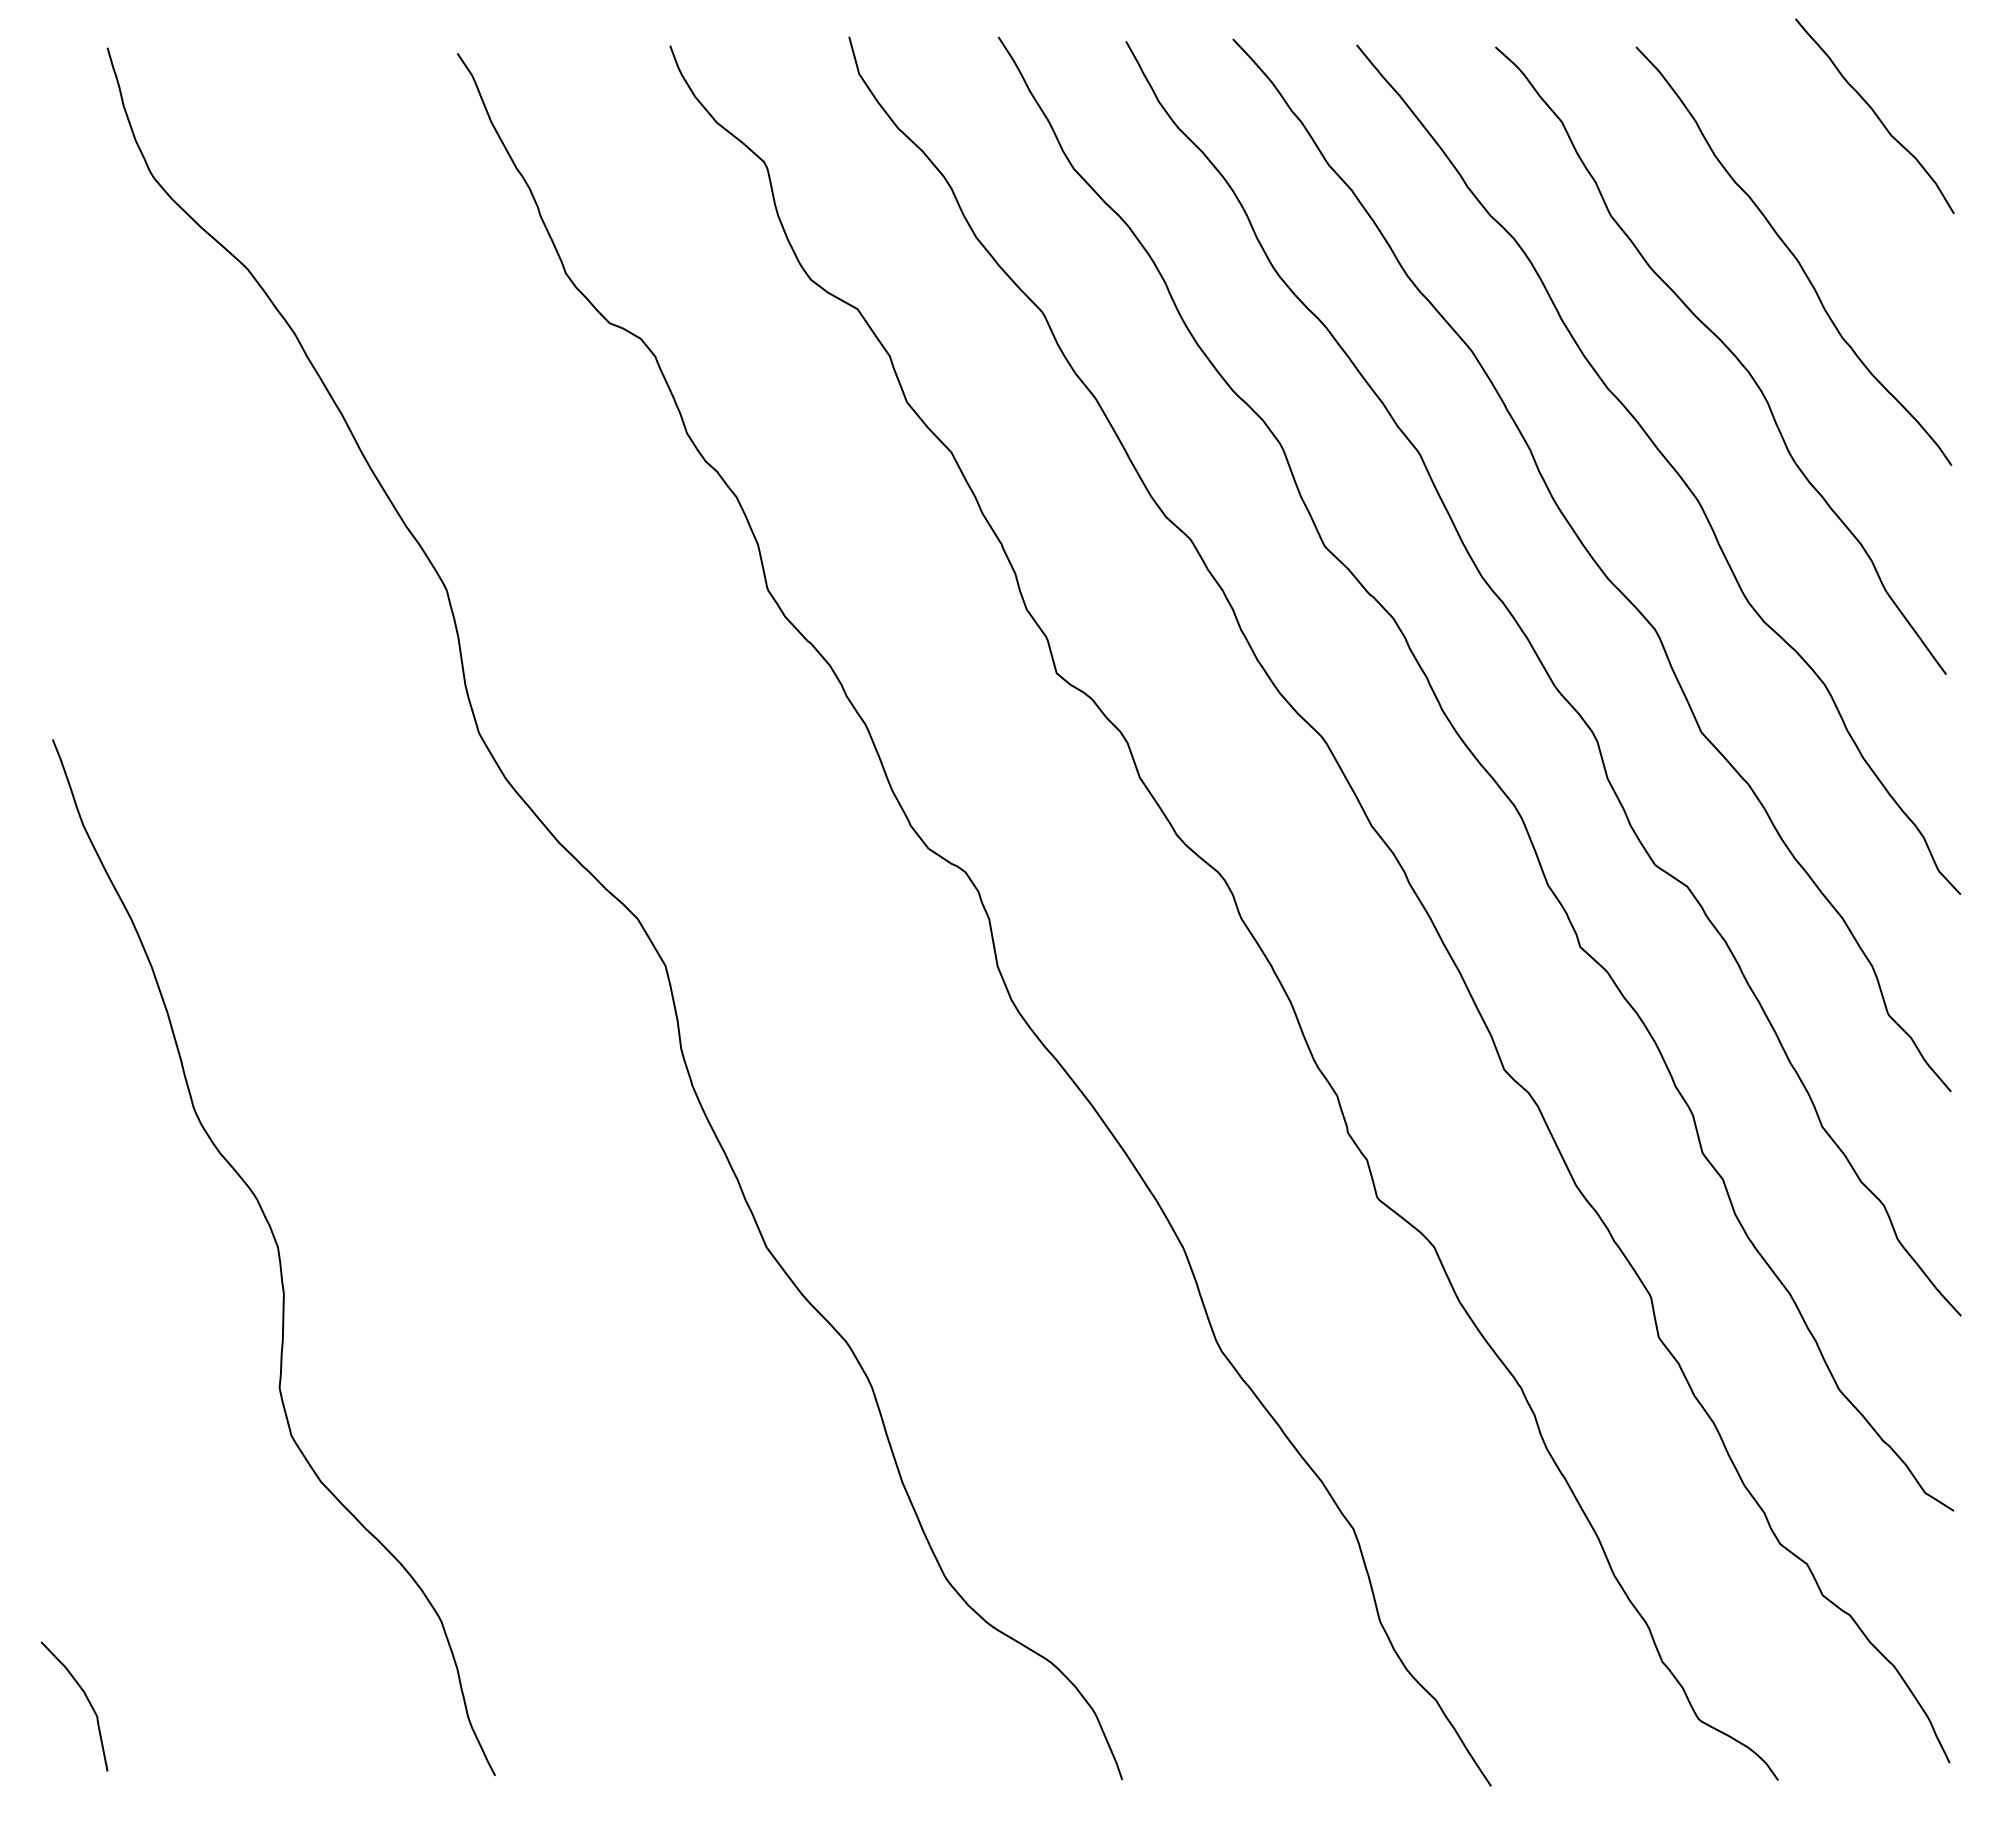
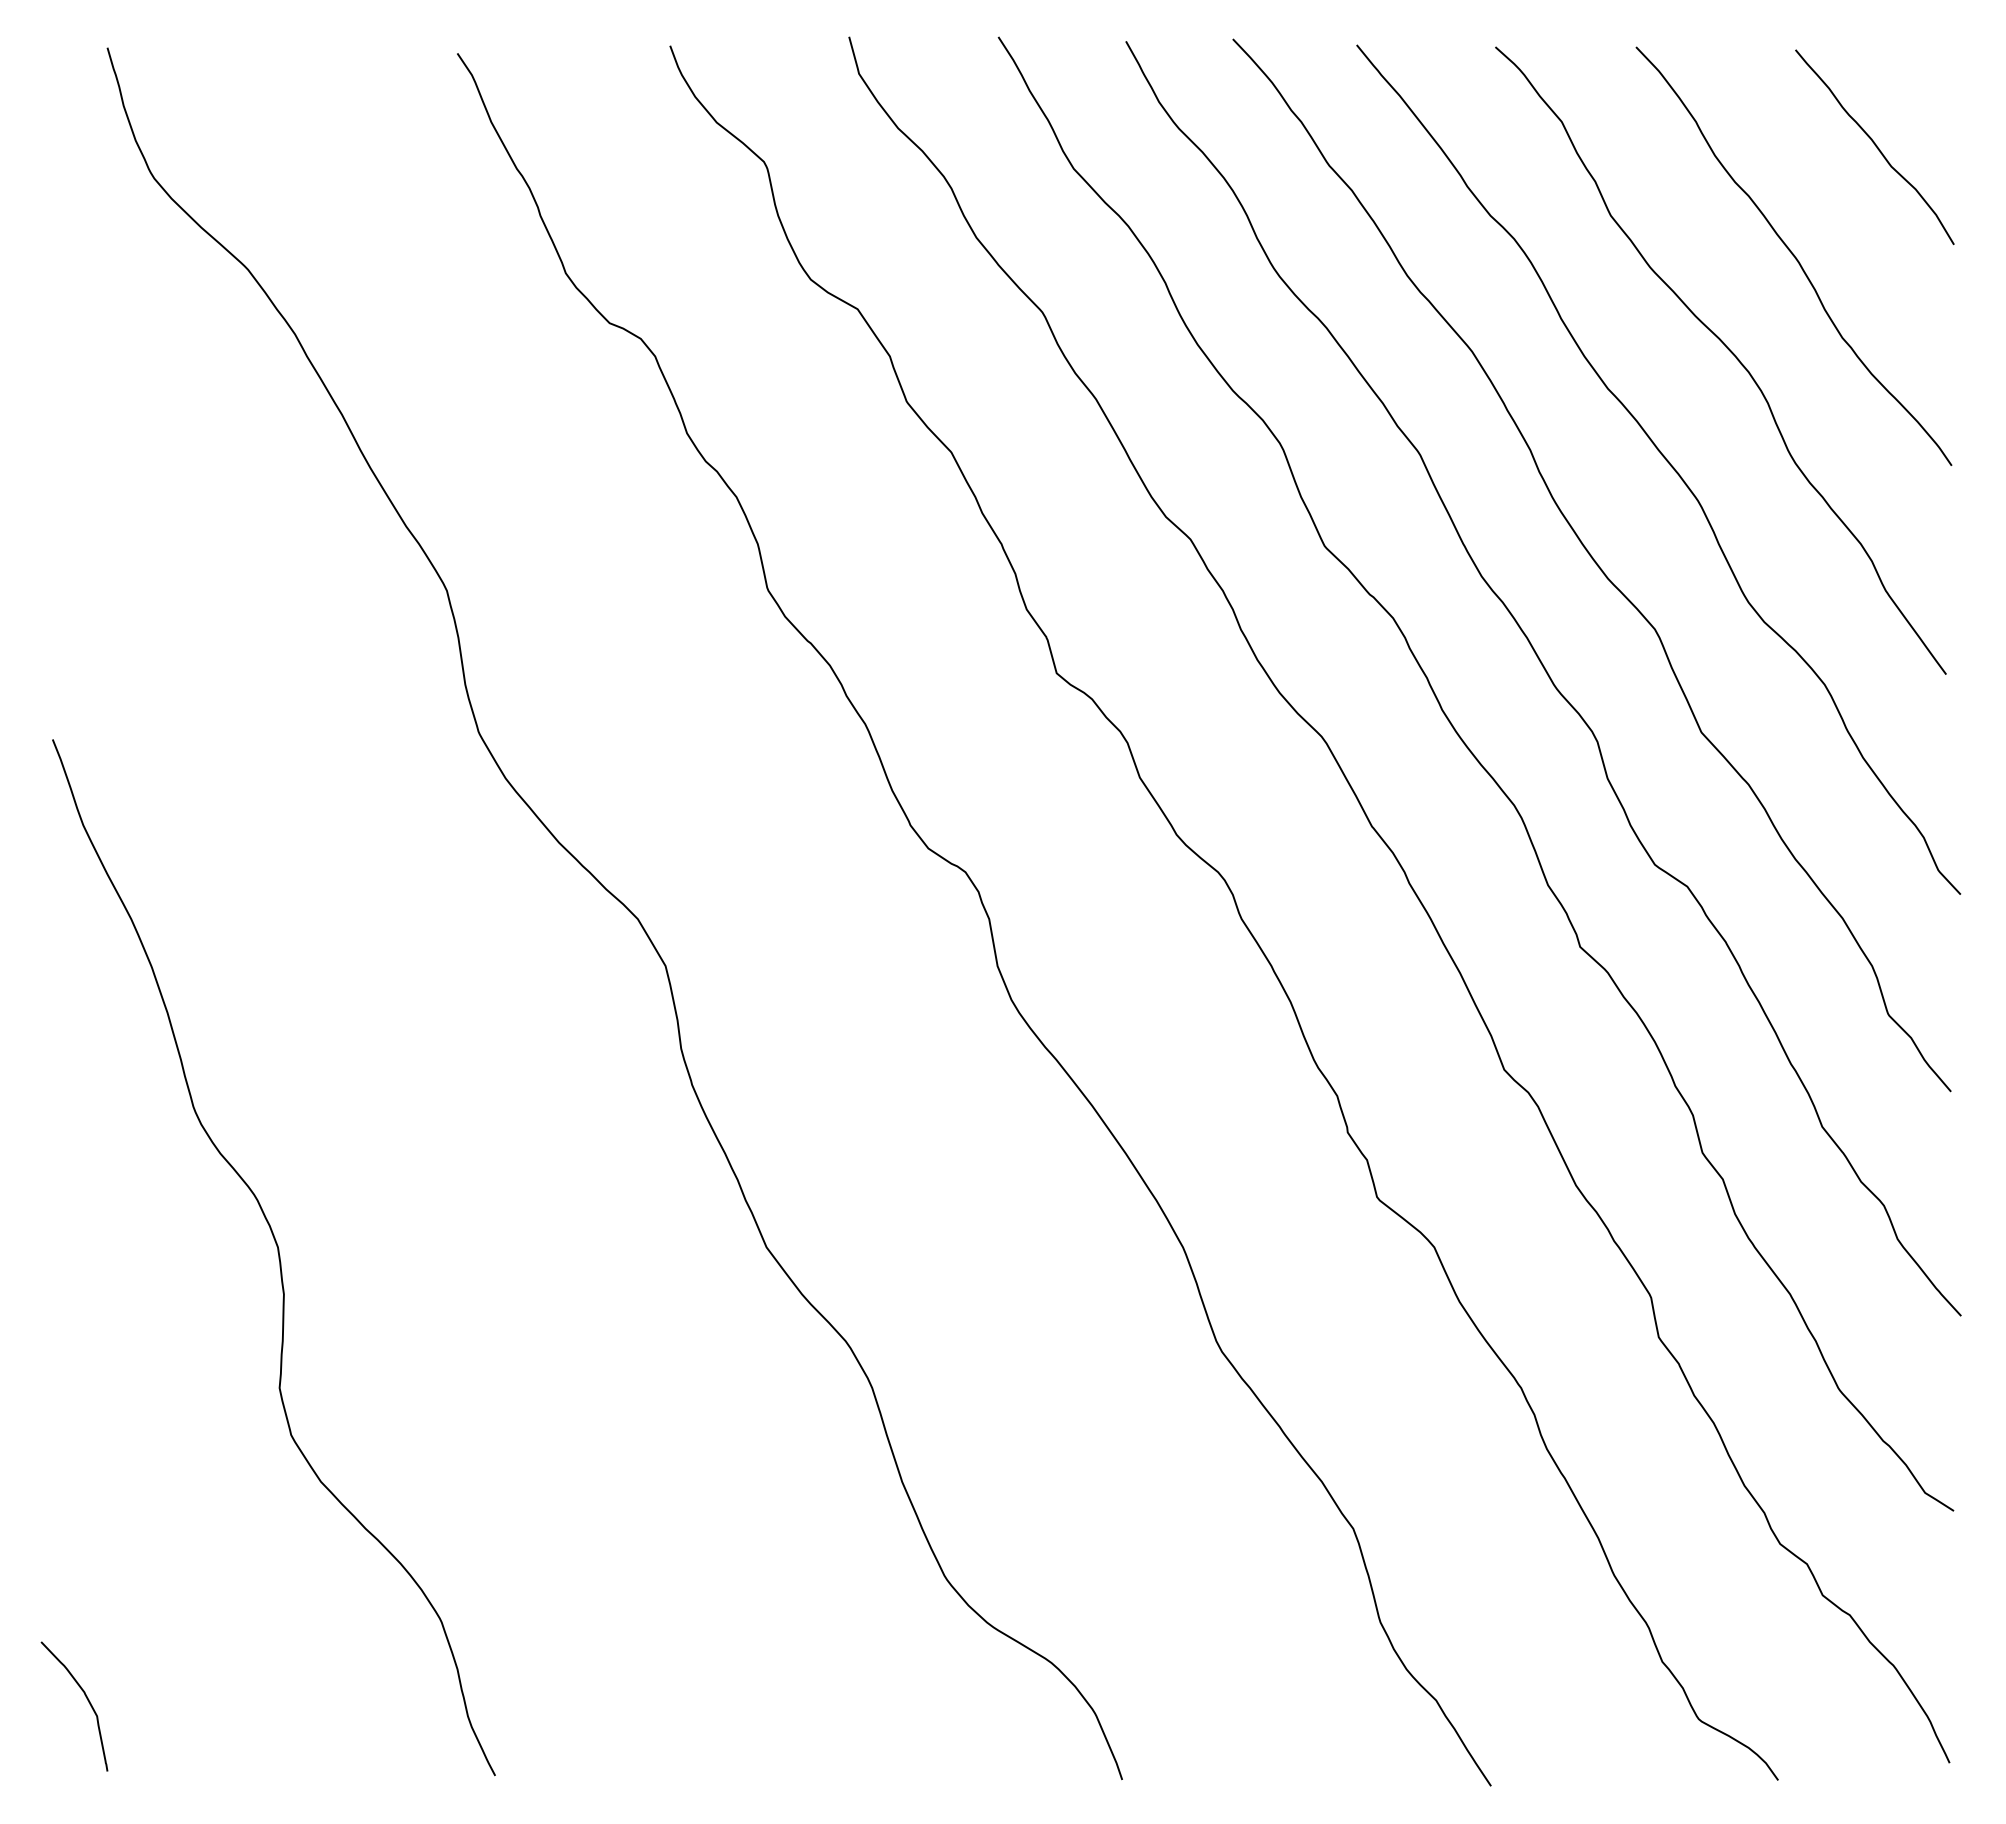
curve at (1874, 114) position: (1874, 114) -> (1874, 145)
